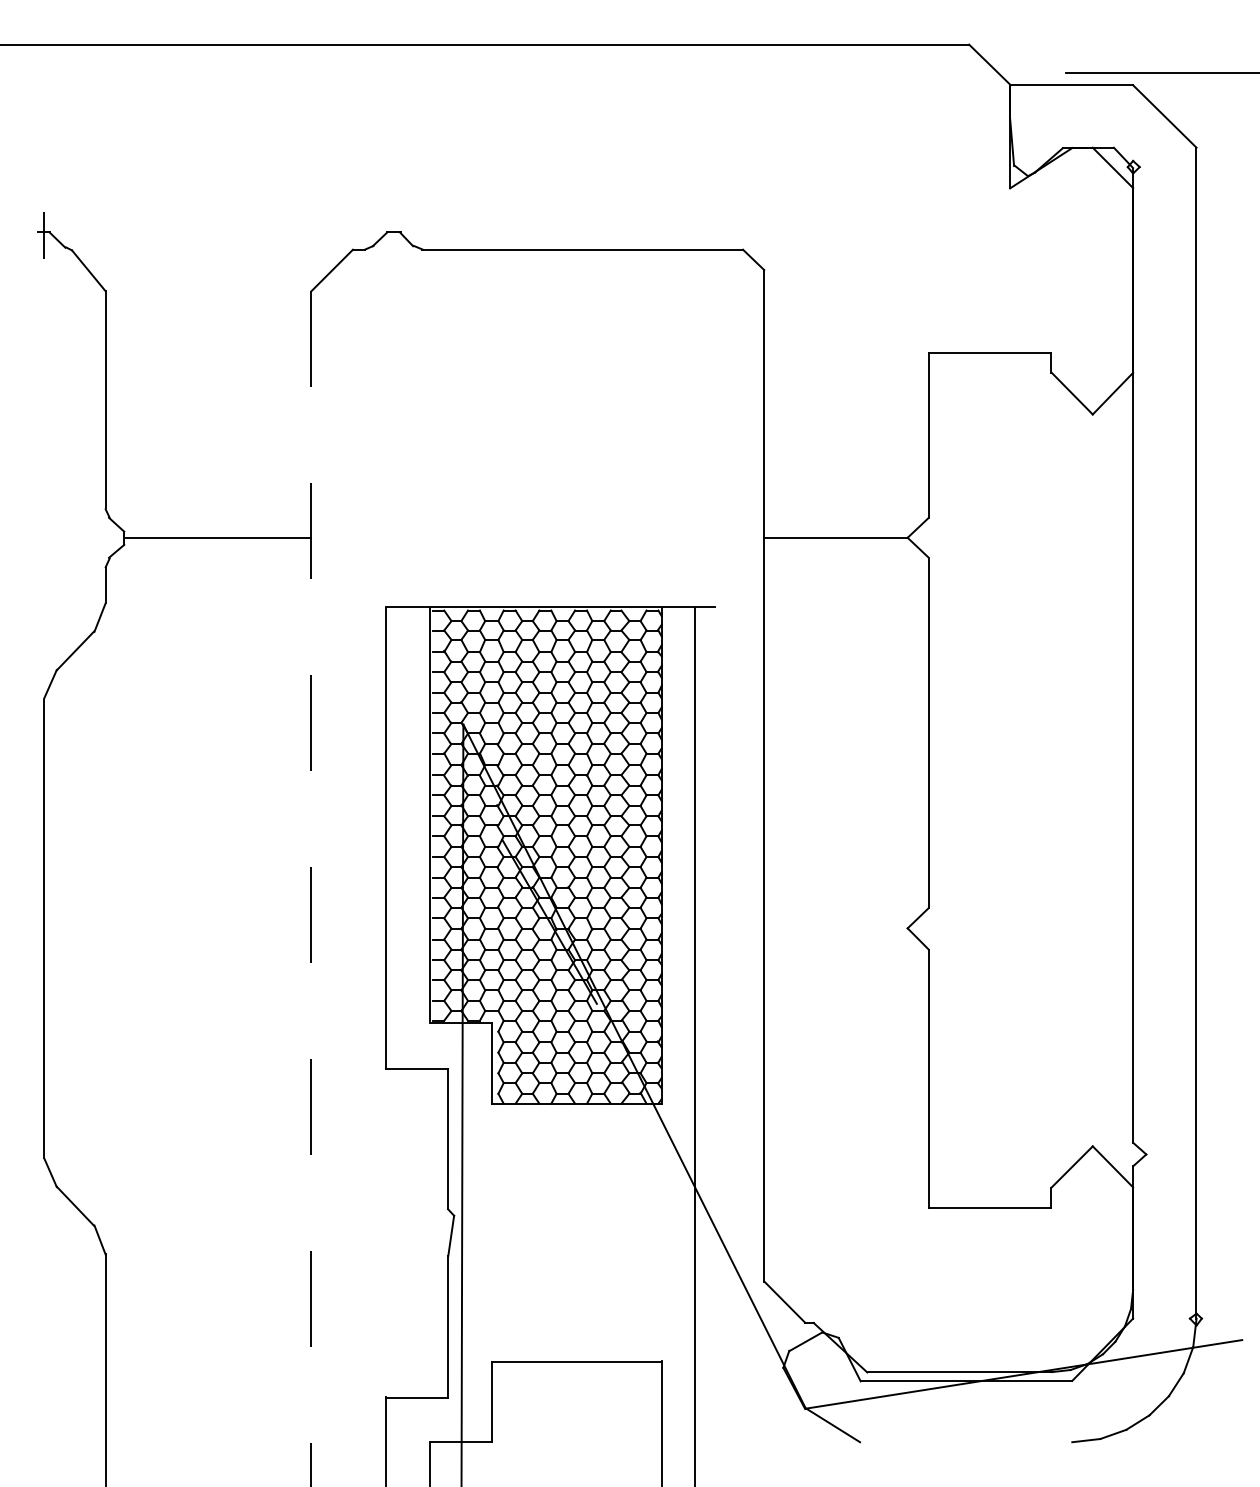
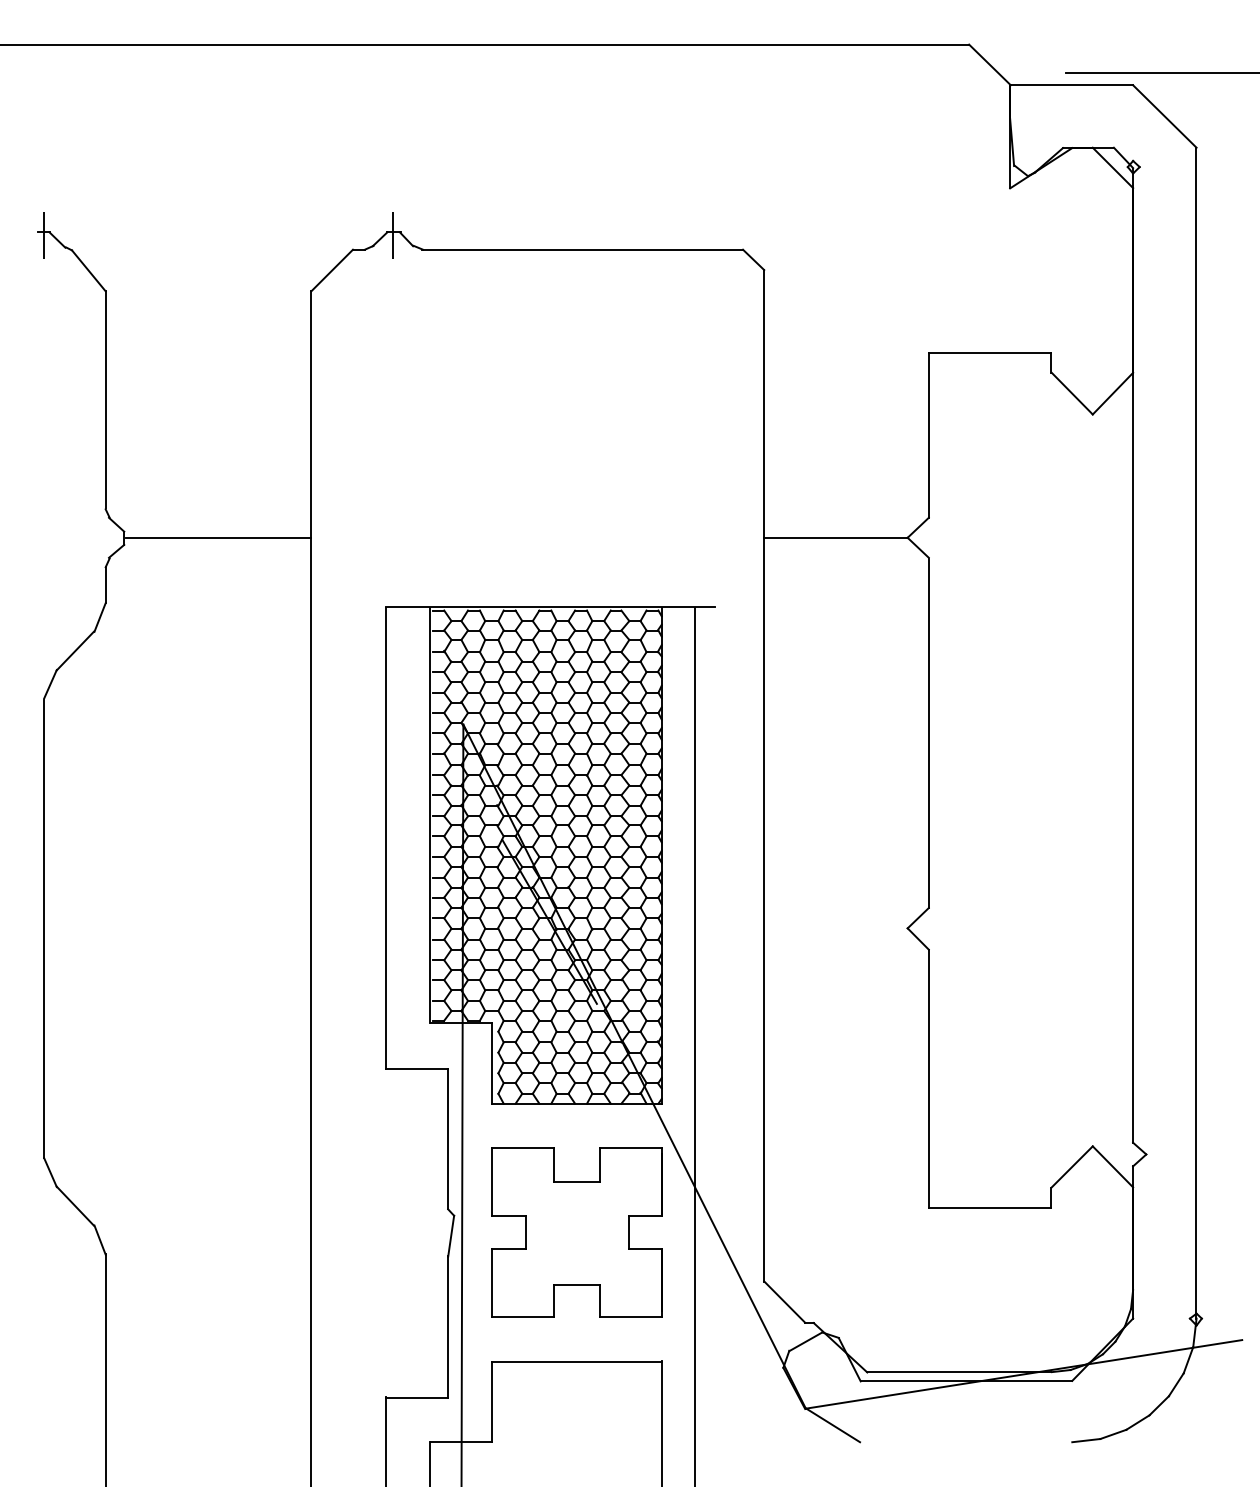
line at (393, 235): none -> present
line at (311, 889): dashed -> solid
part at (576, 1232): none -> present
